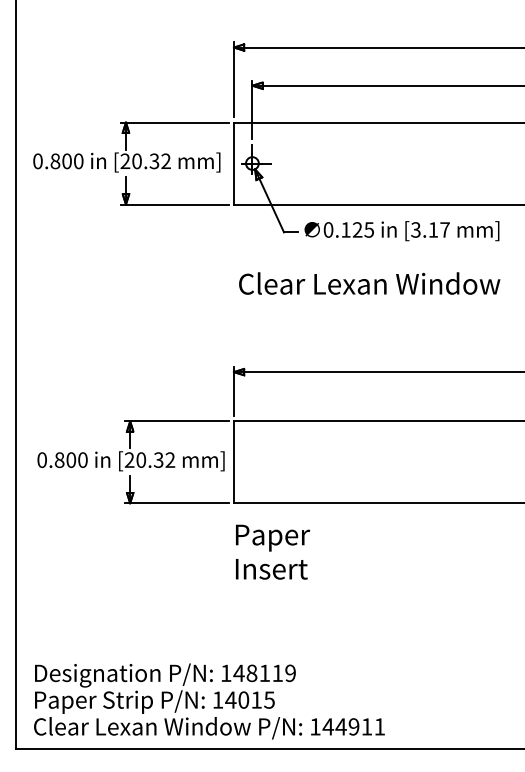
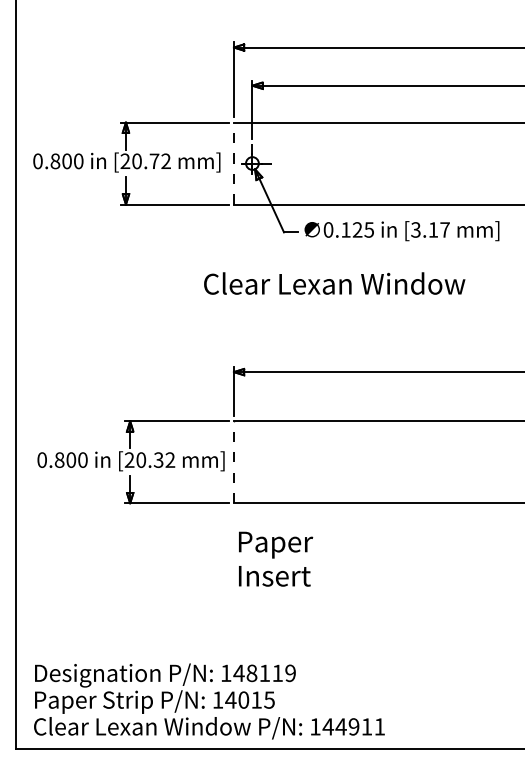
text at (154, 161): [20.32 -> [20.72
line at (233, 163): solid -> dashed
text at (369, 283) position: (369, 283) -> (334, 283)
line at (233, 462): solid -> dashed
text at (273, 551) position: (273, 551) -> (276, 558)
